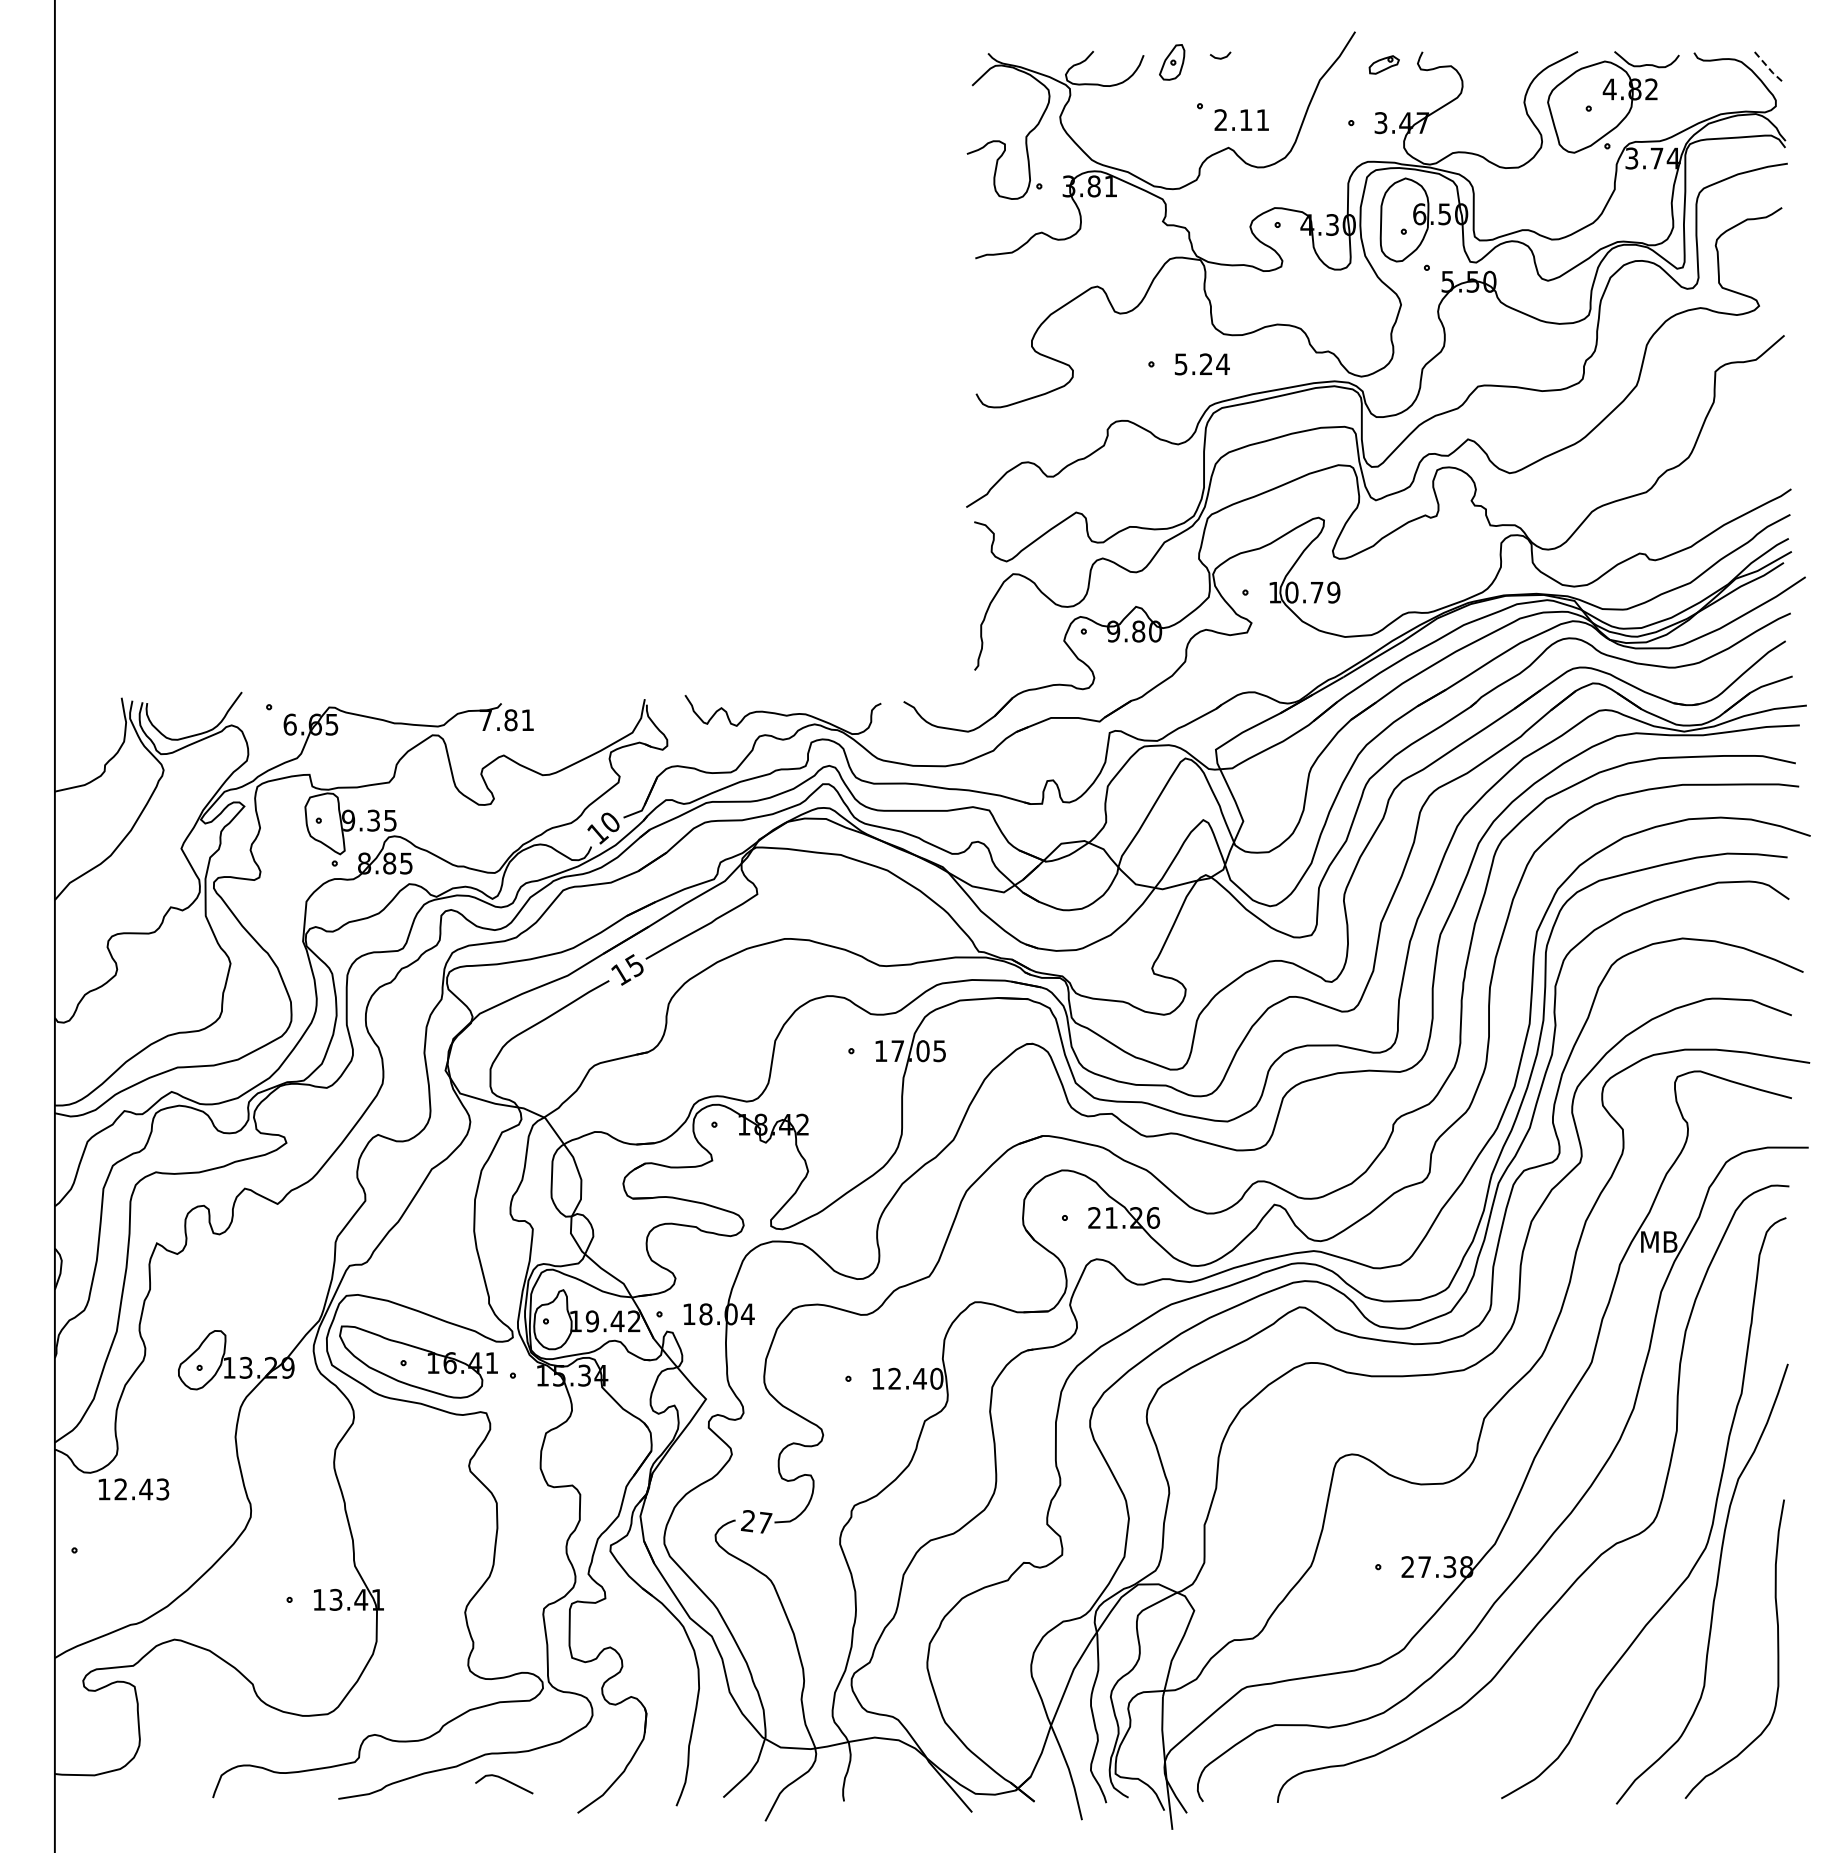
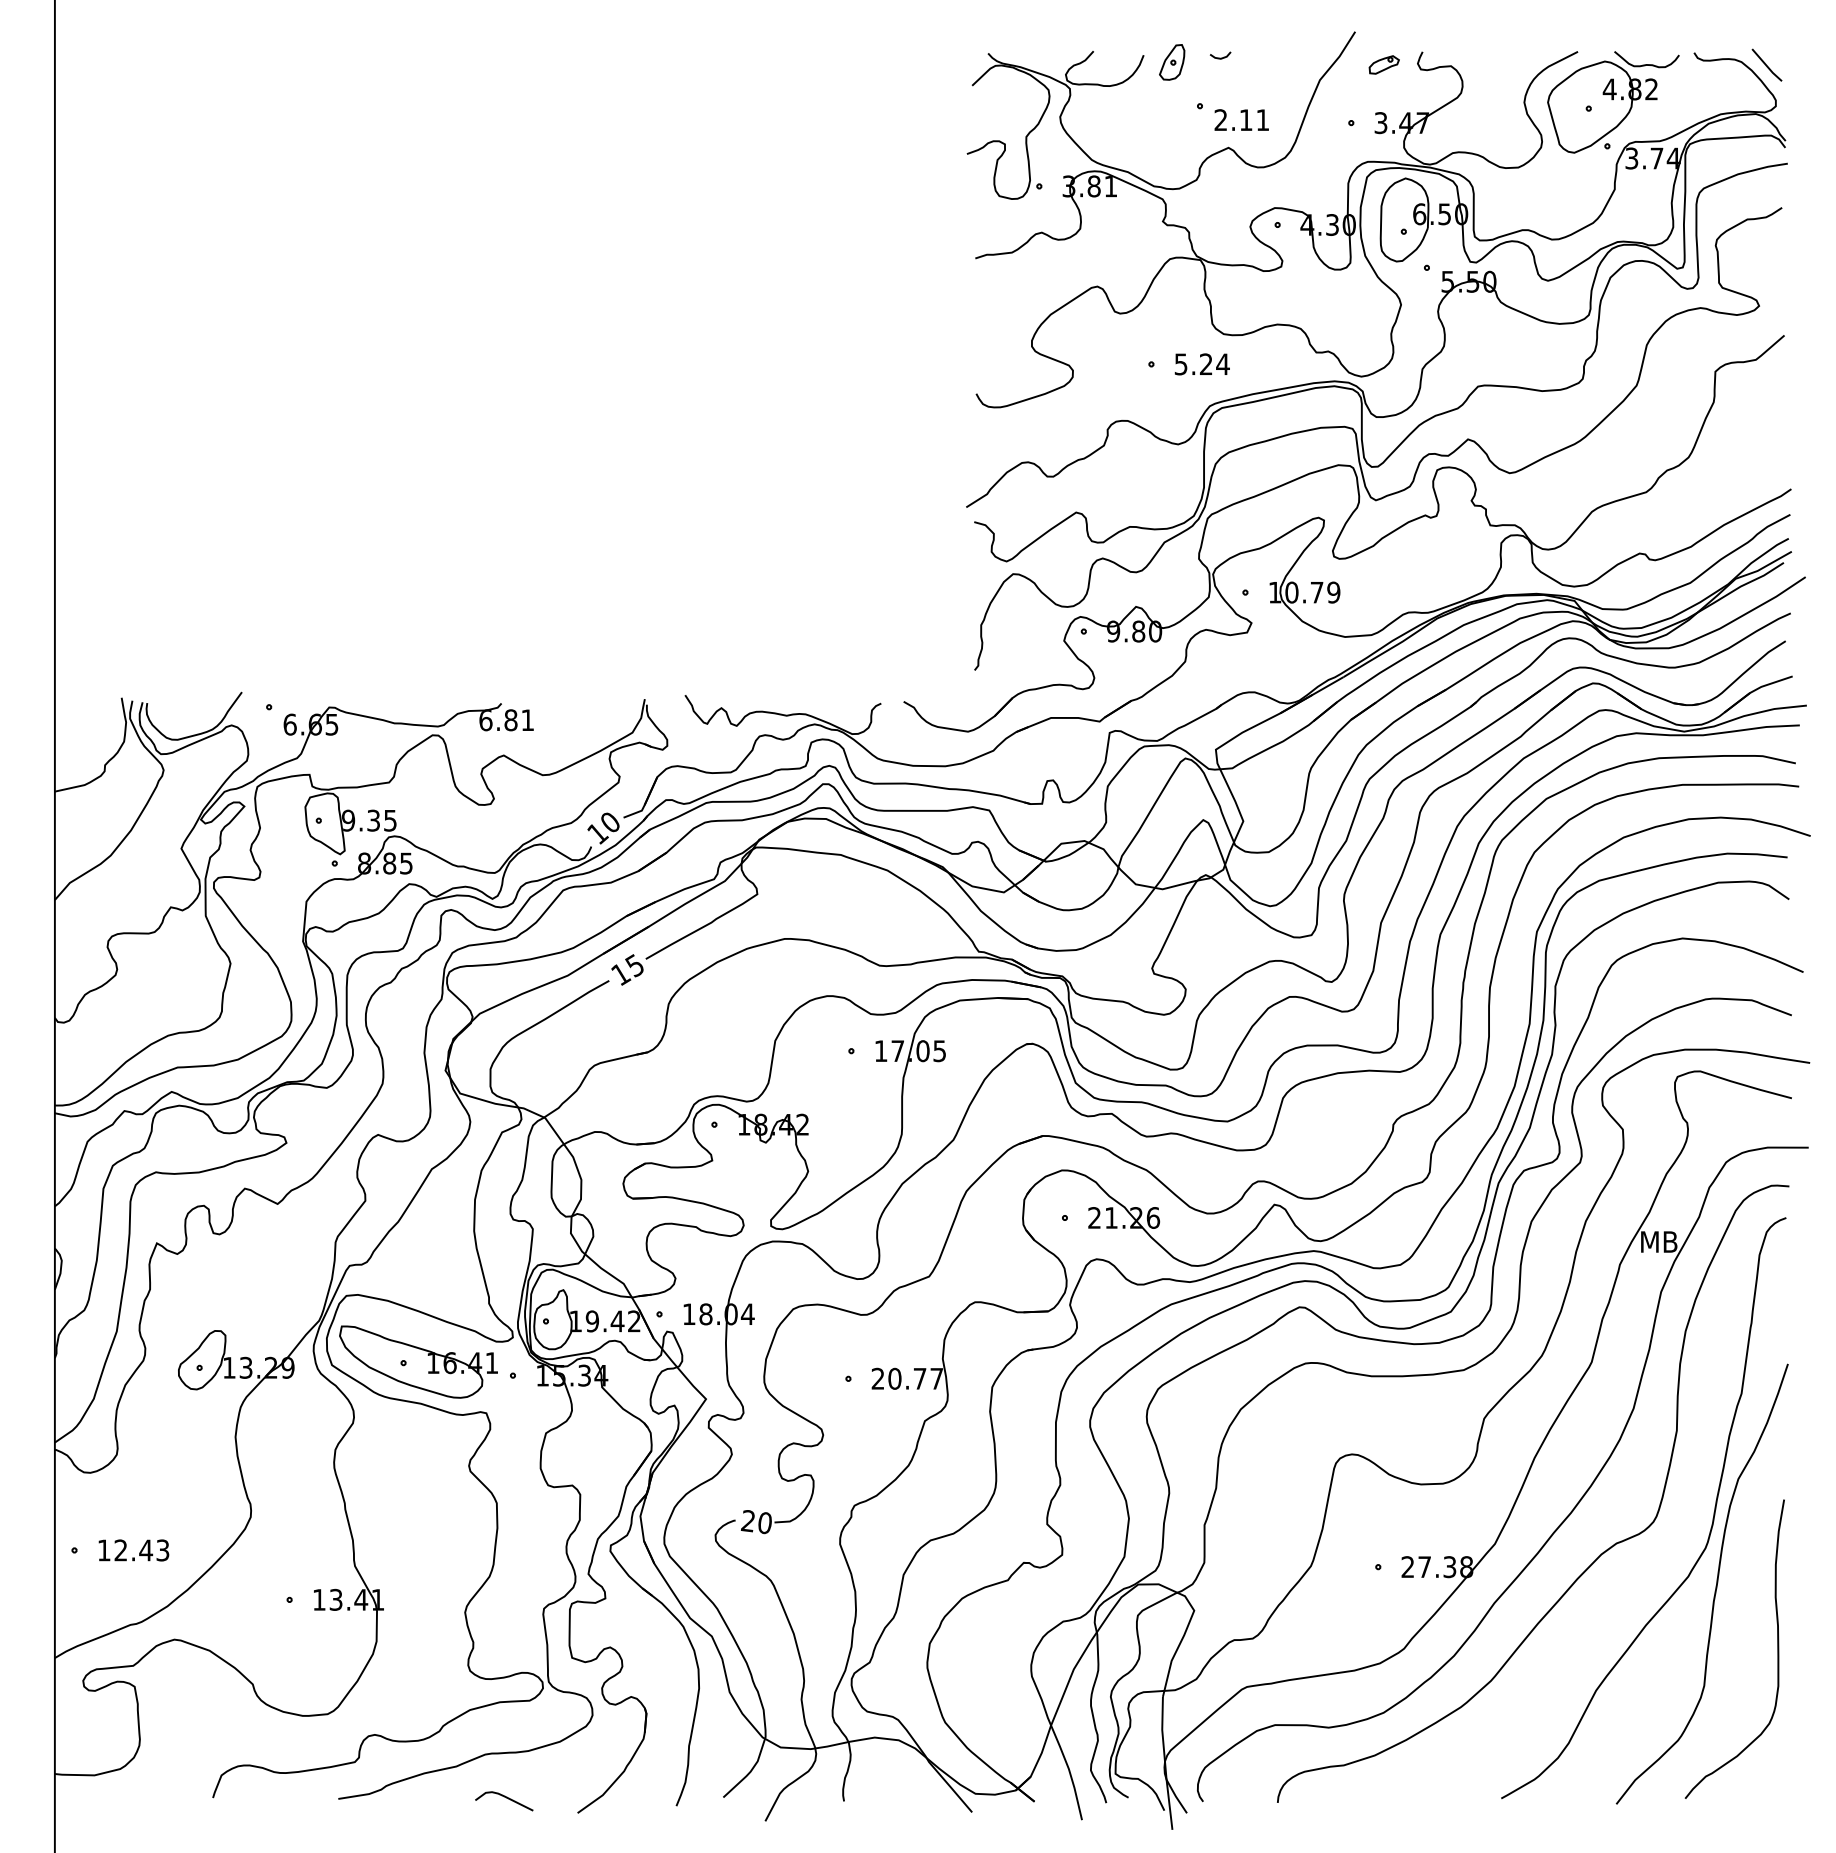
line at (1766, 66): dashed -> solid
text at (485, 720): 7.81 -> 6.81
text at (907, 1378): 12.40 -> 20.77
text at (133, 1489) position: (133, 1489) -> (133, 1550)
text at (765, 1522): 27 -> 20
curve at (506, 1781) position: (506, 1781) -> (506, 1798)
